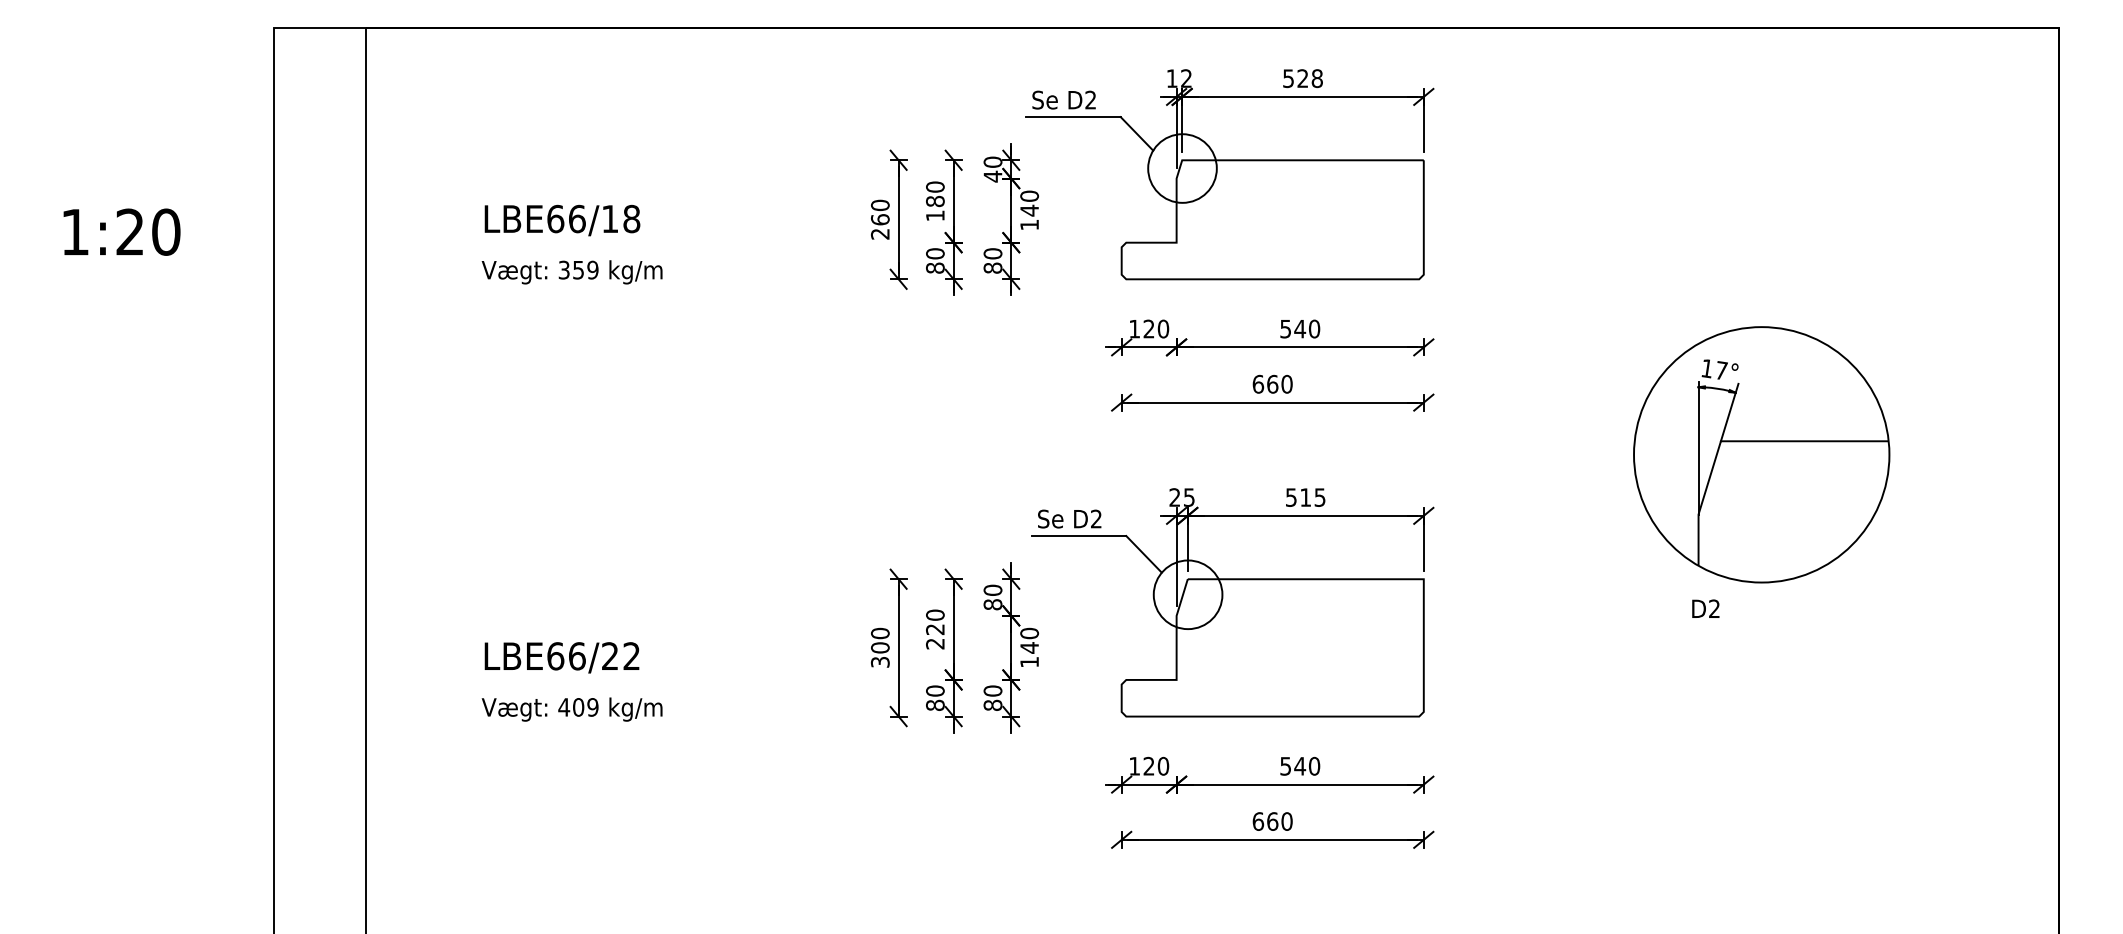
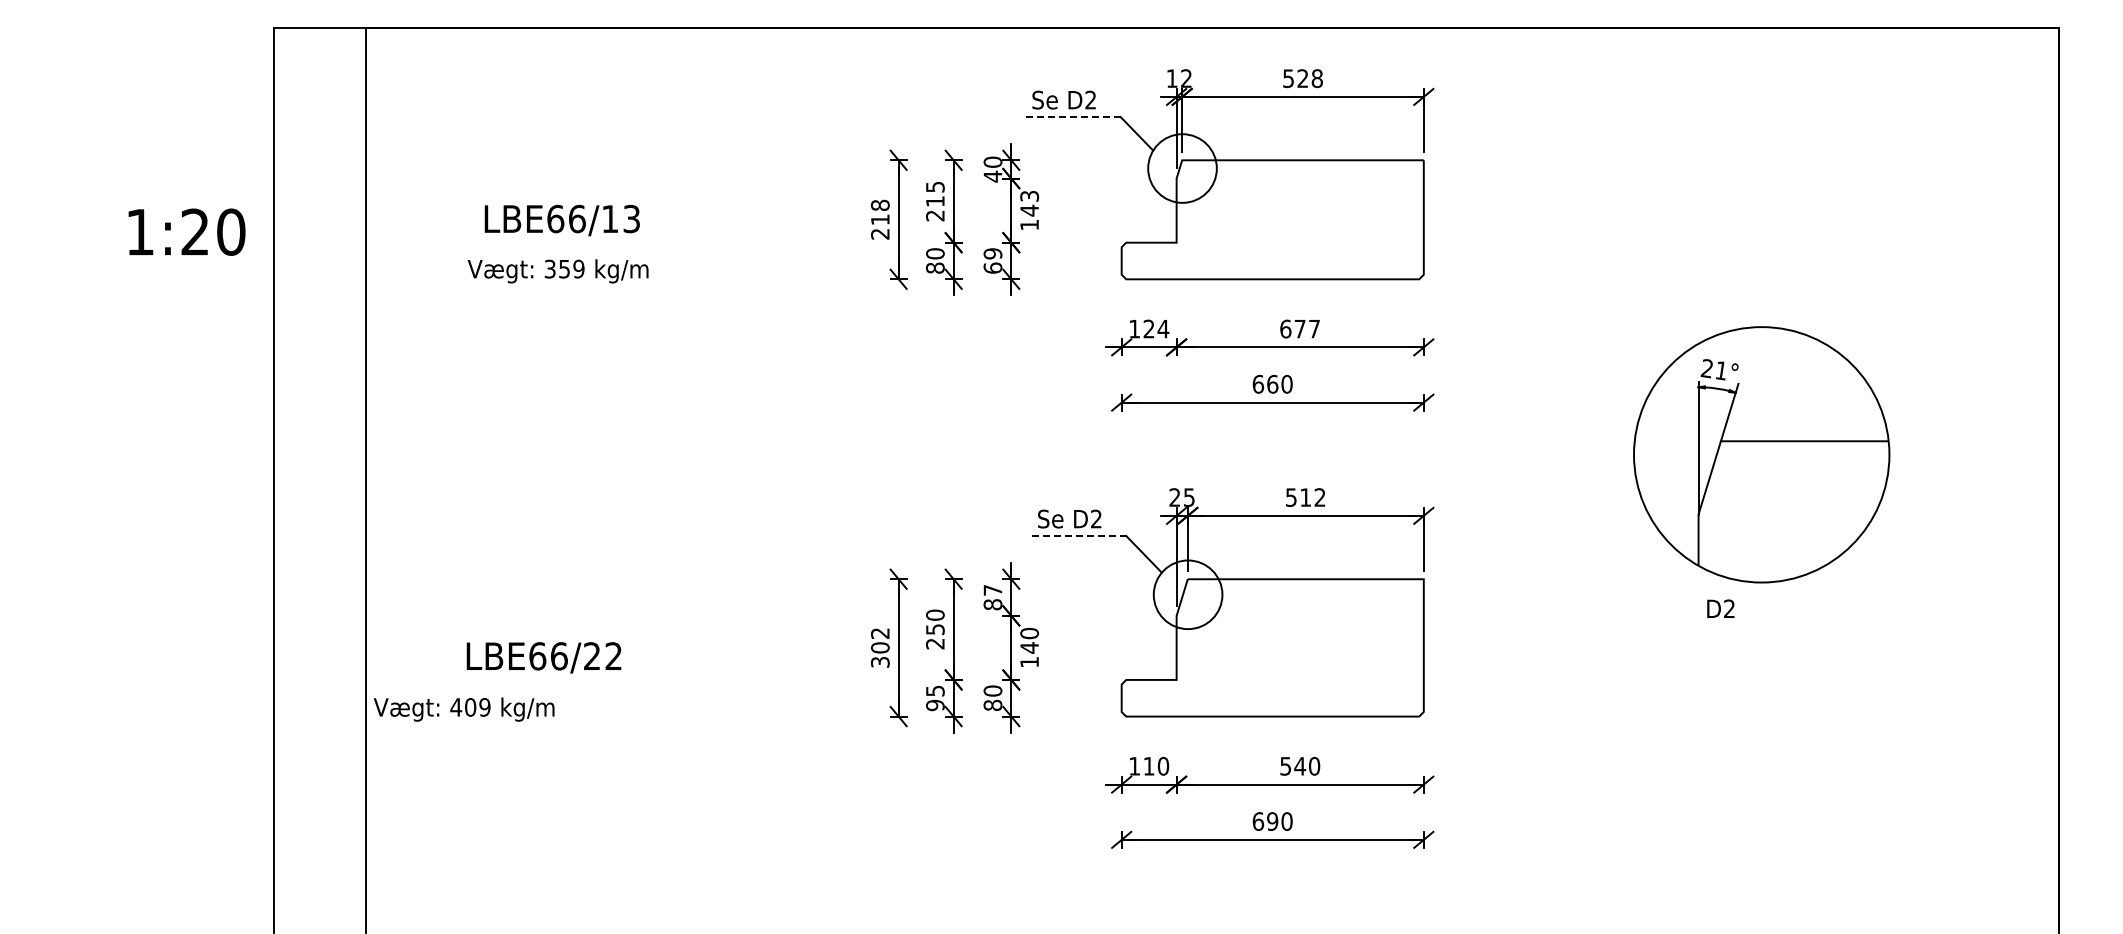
line at (1073, 117): solid -> dashed
text at (1029, 195): 140 -> 143
text at (935, 201): 180 -> 215
text at (879, 212): 260 -> 218
text at (631, 219): LBE66/18 -> LBE66/13
text at (121, 231) position: (121, 231) -> (186, 231)
text at (992, 260): 80 -> 69
text at (571, 272) position: (571, 272) -> (557, 271)
text at (1163, 328): 120 -> 124
text at (1300, 328): 540 -> 677
text at (1713, 369): 17° -> 21°
text at (1319, 497): 515 -> 512
line at (1079, 536): solid -> dashed
text at (992, 589): 80 -> 87
text at (1705, 608) position: (1705, 608) -> (1720, 608)
text at (935, 629): 220 -> 250
text at (880, 633): 300 -> 302
text at (561, 657) position: (561, 657) -> (543, 657)
text at (935, 698): 80 -> 95
text at (571, 709) position: (571, 709) -> (463, 709)
text at (1148, 765): 120 -> 110
text at (1272, 821): 660 -> 690
